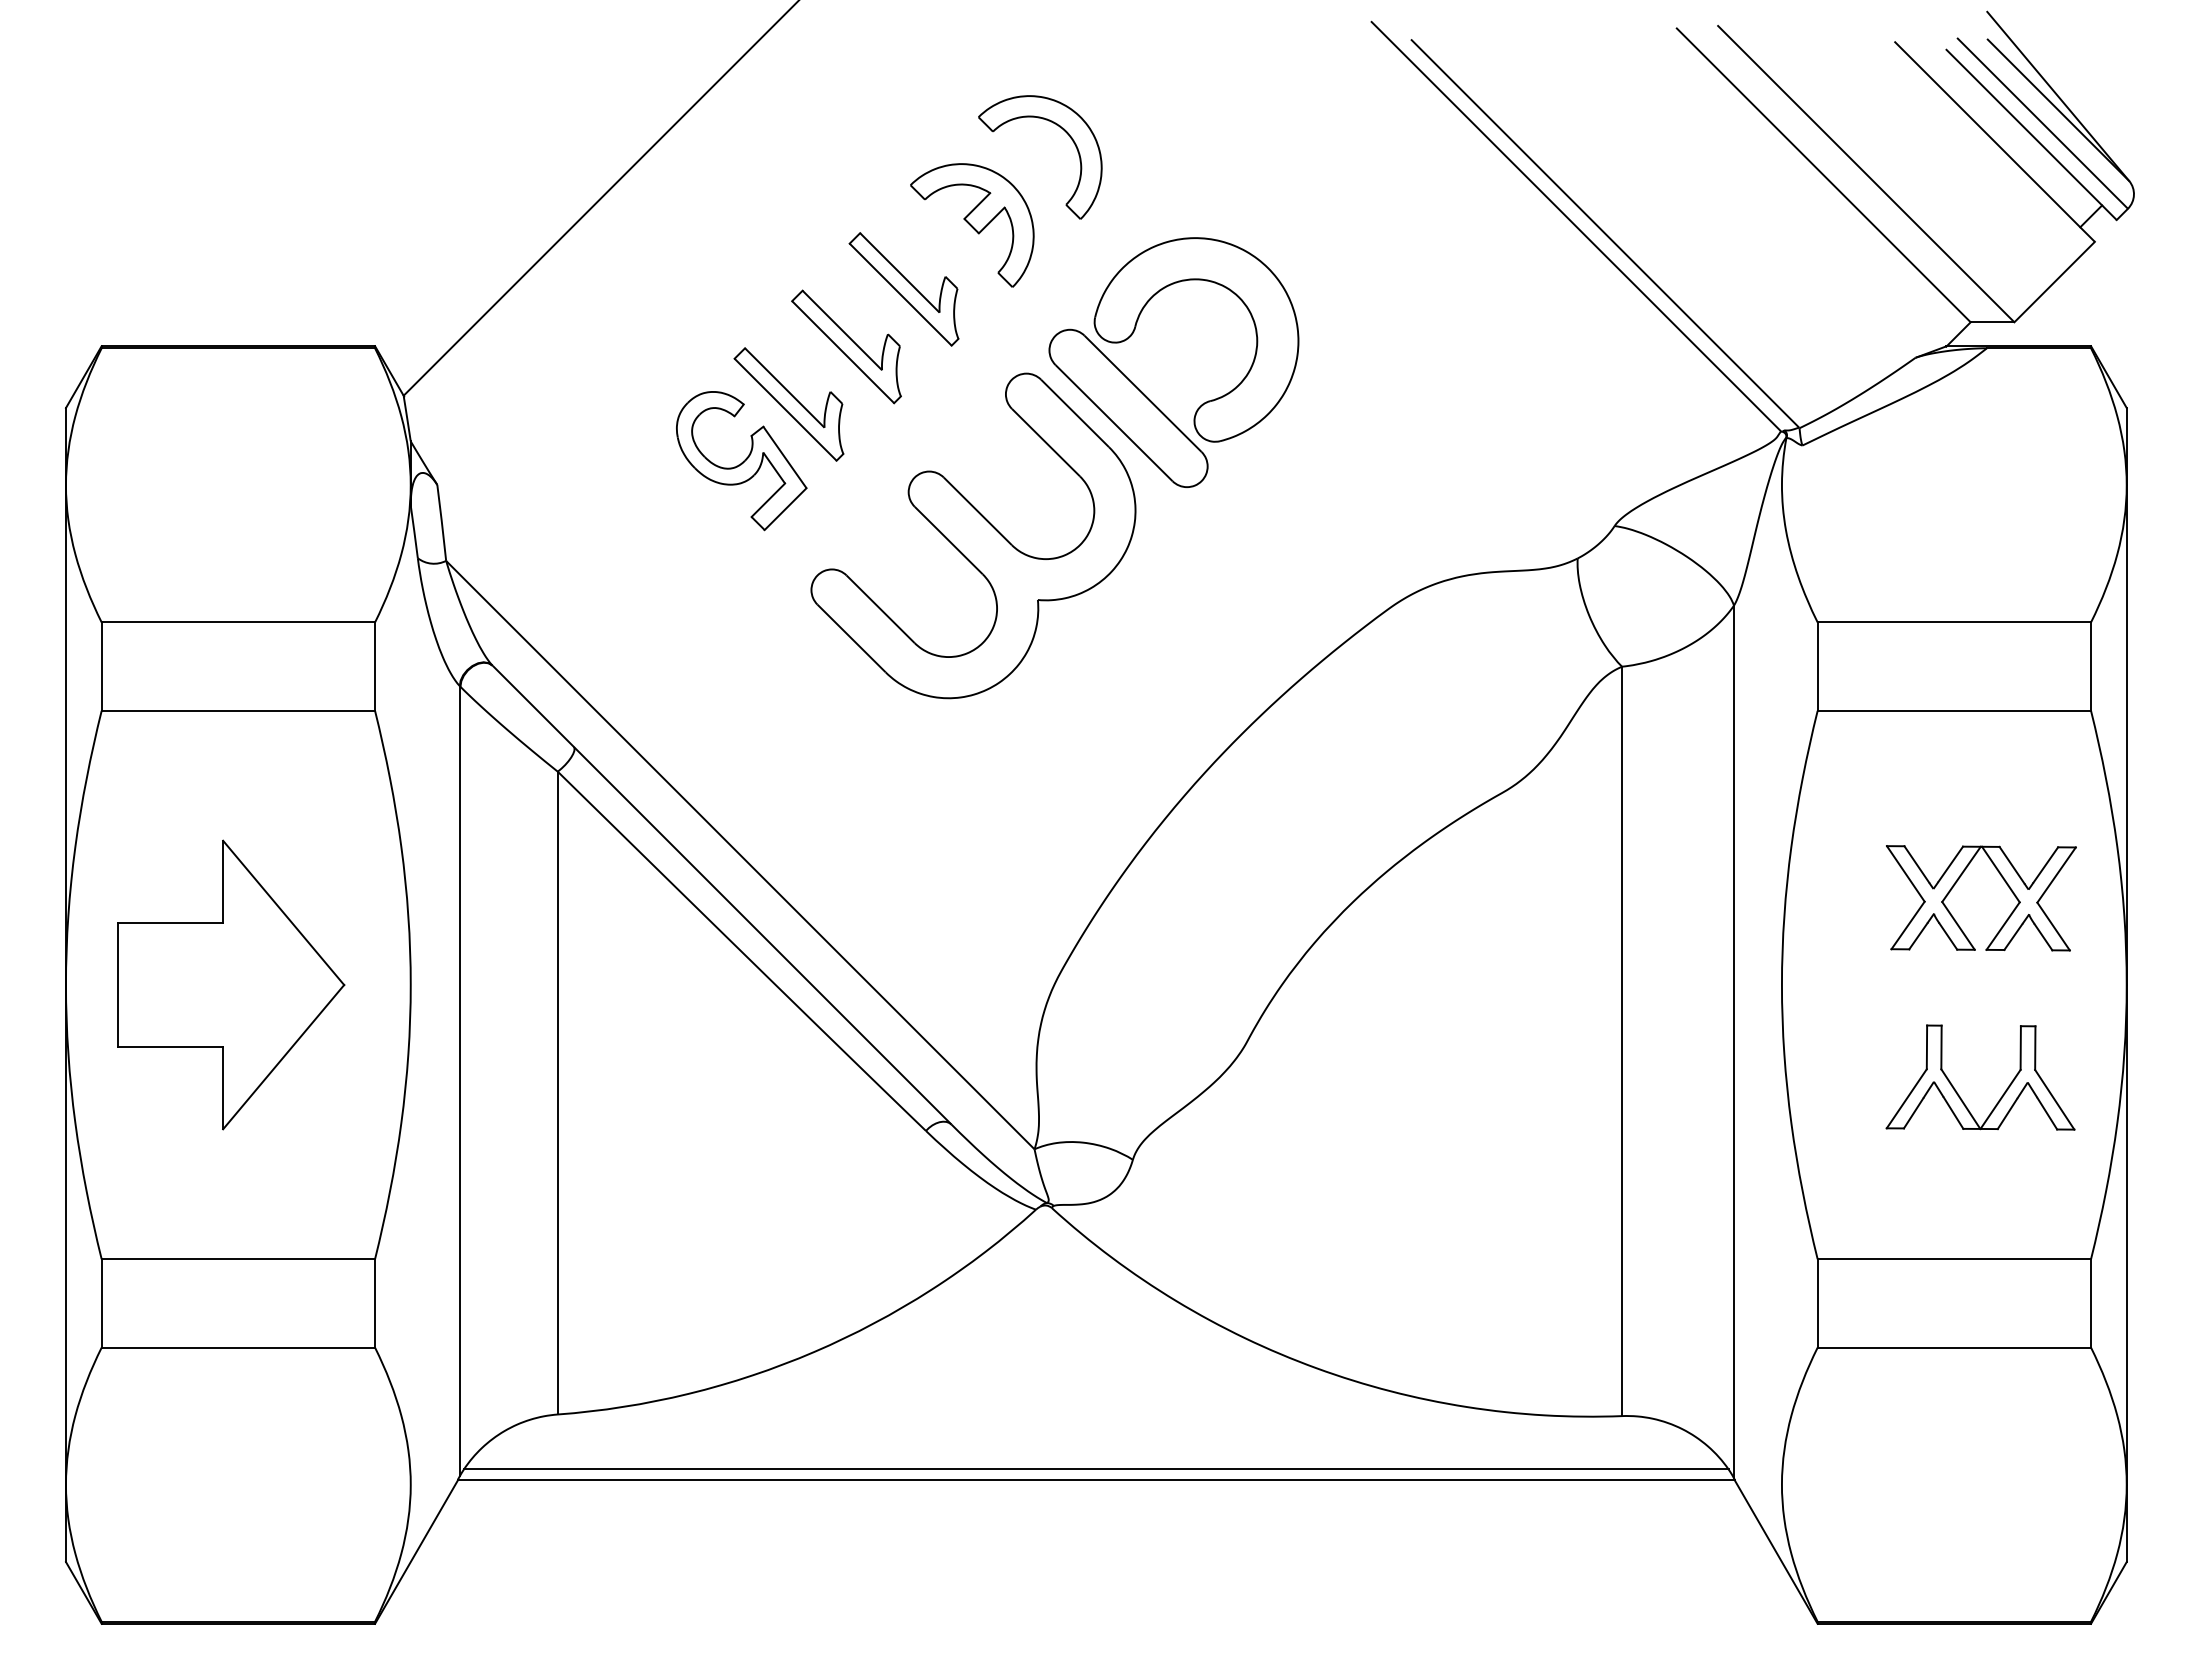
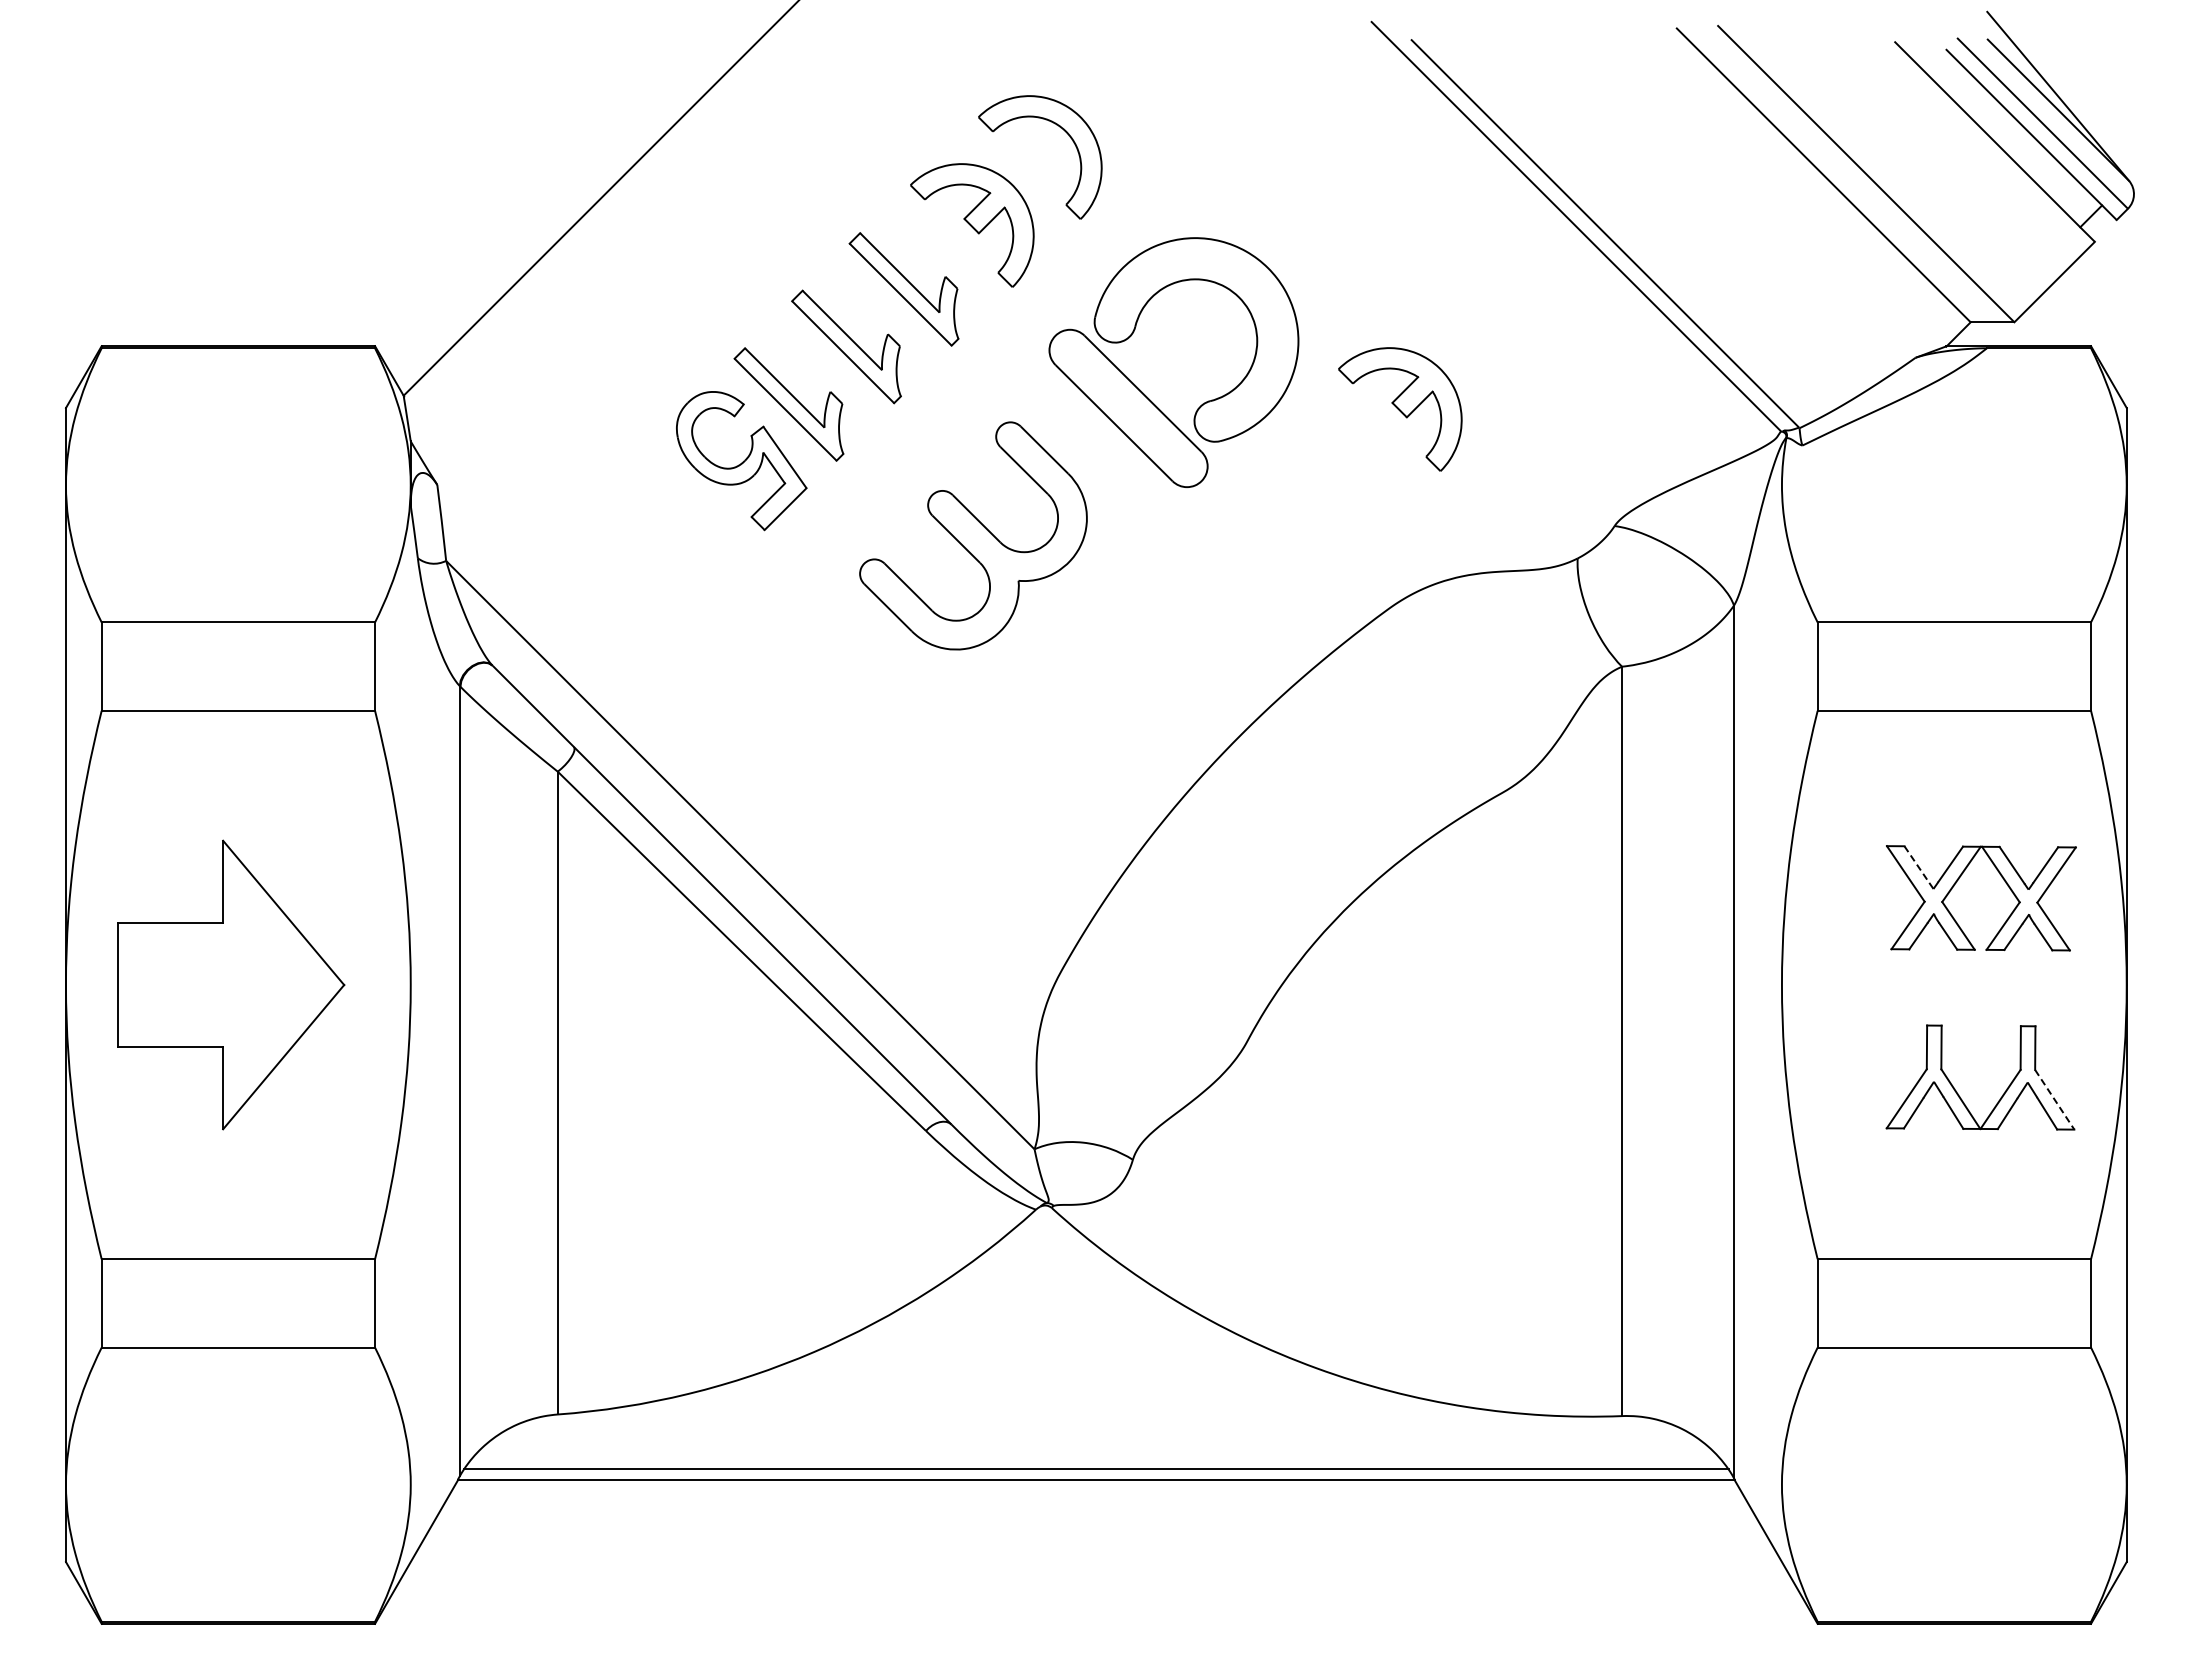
part at (1400, 409): none -> present
part at (973, 535) size: 327x328 px -> 229x230 px
line at (1917, 864): solid -> dashed
line at (2054, 1099): solid -> dashed
